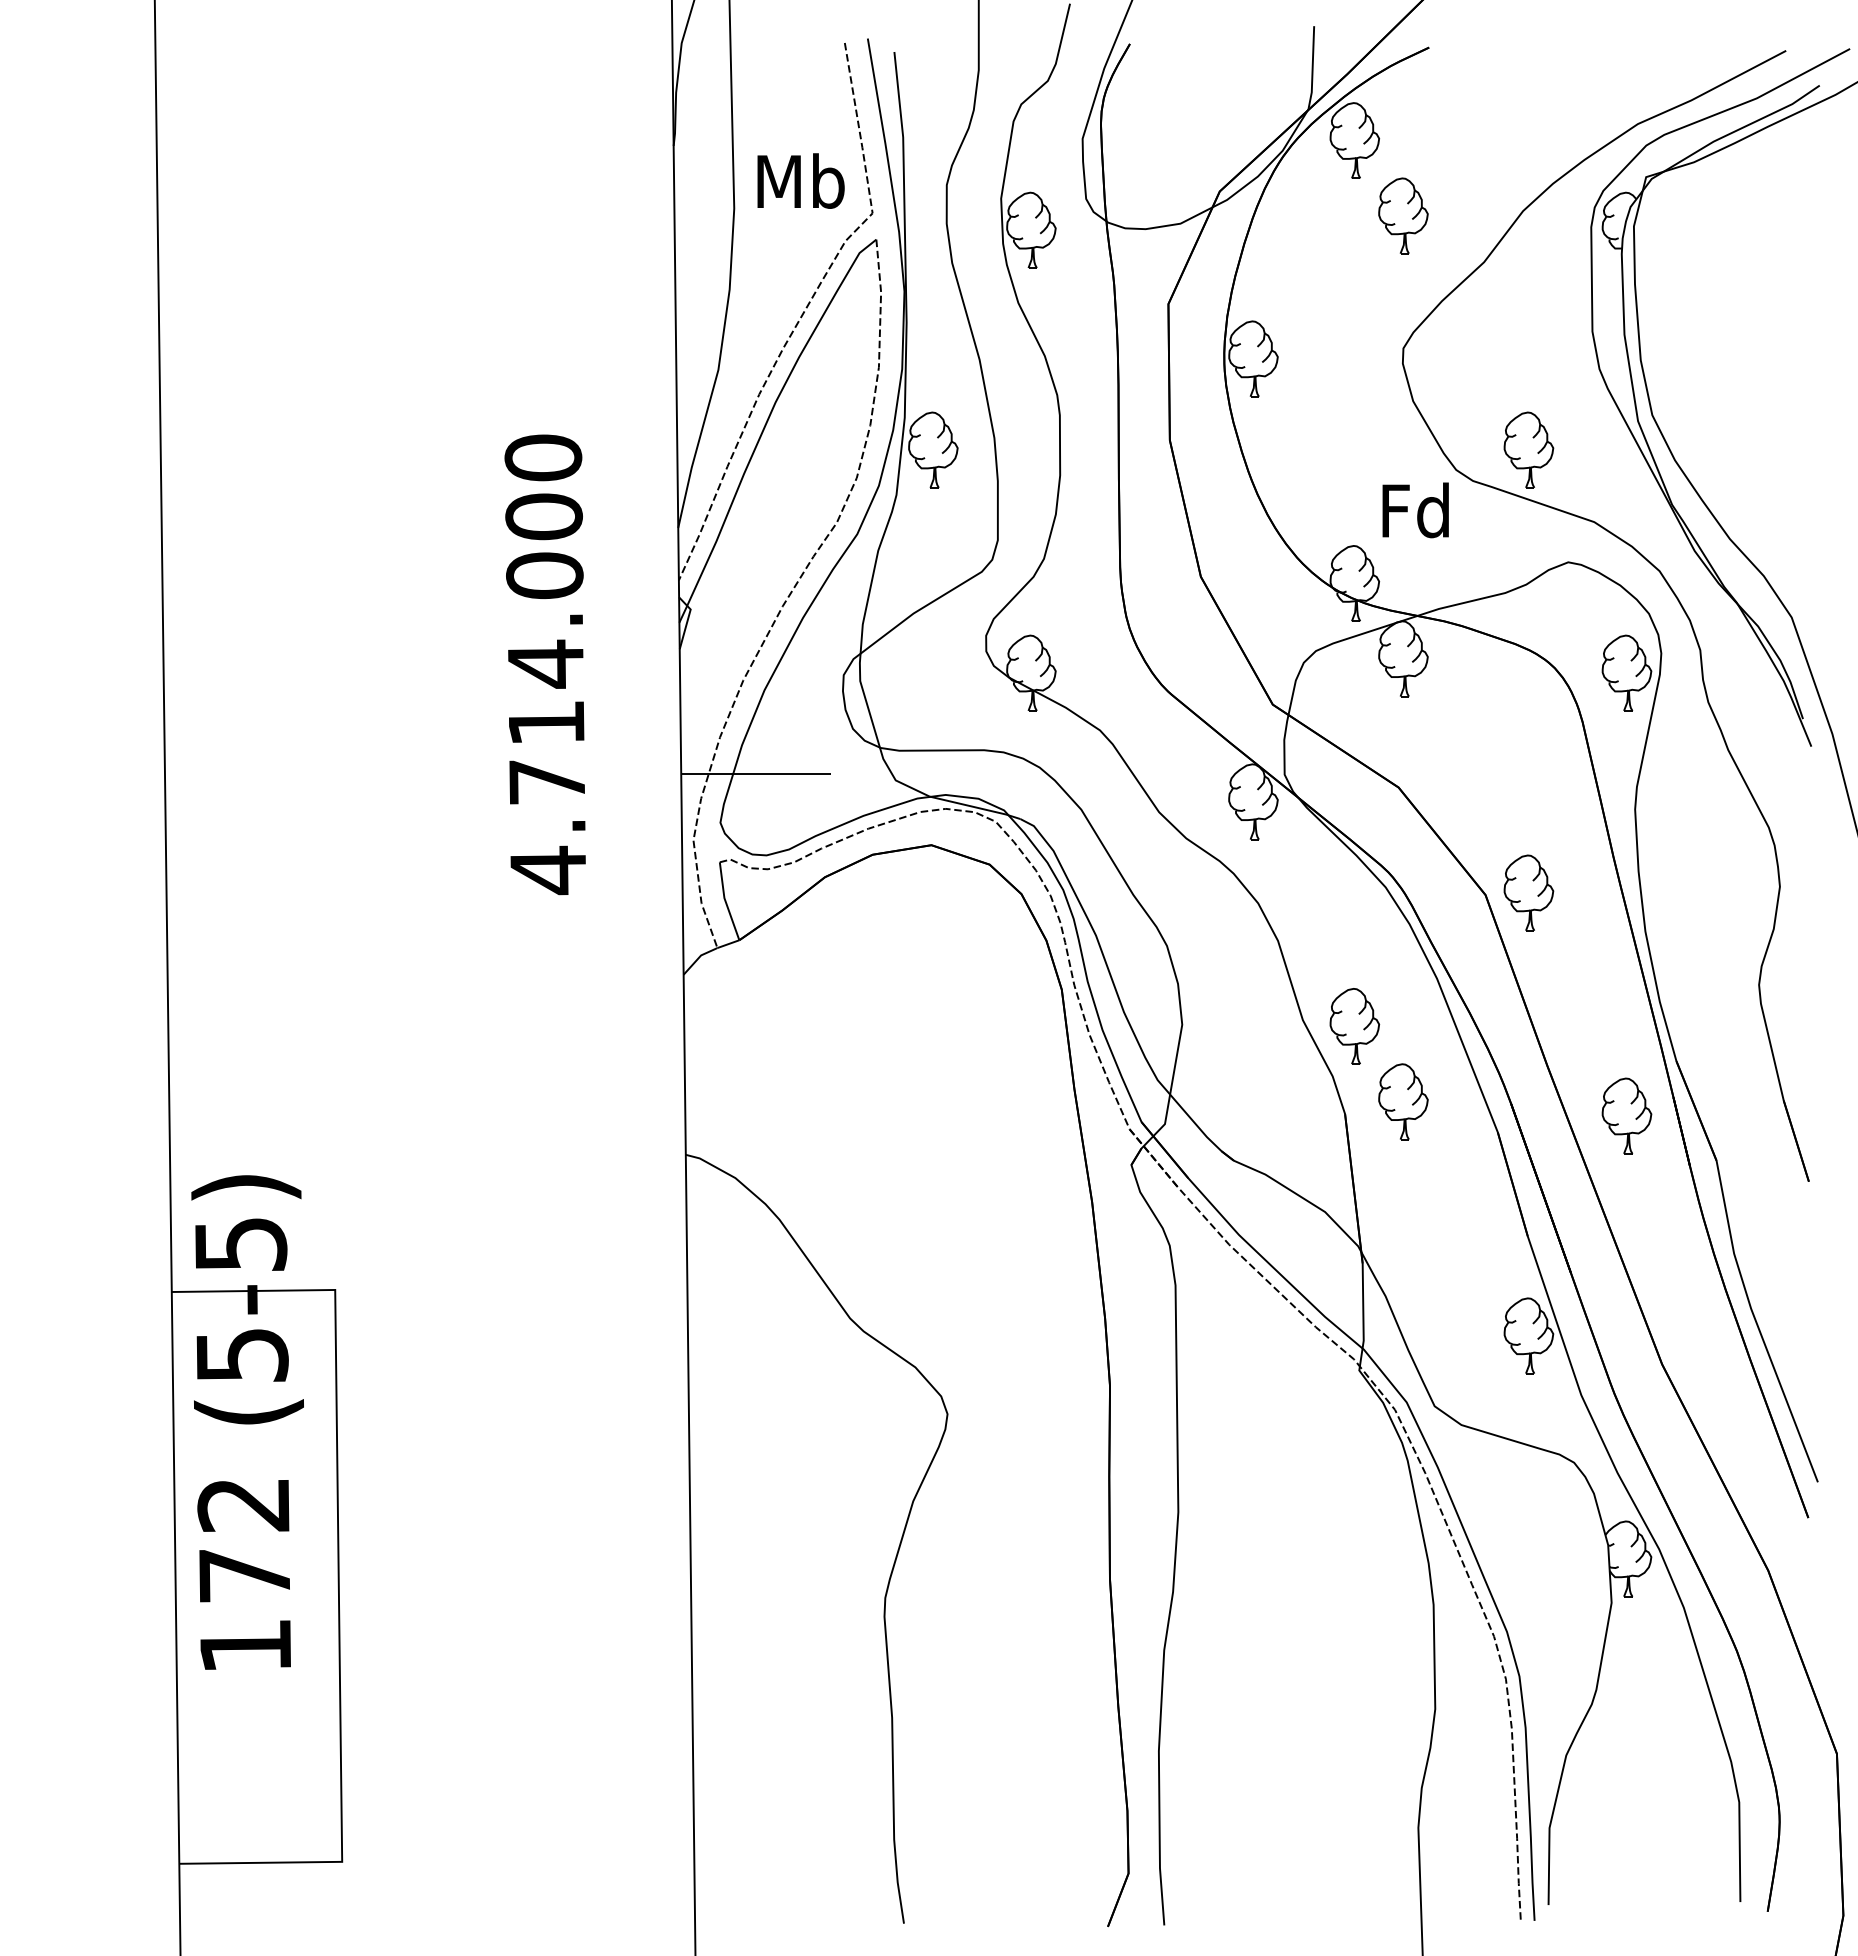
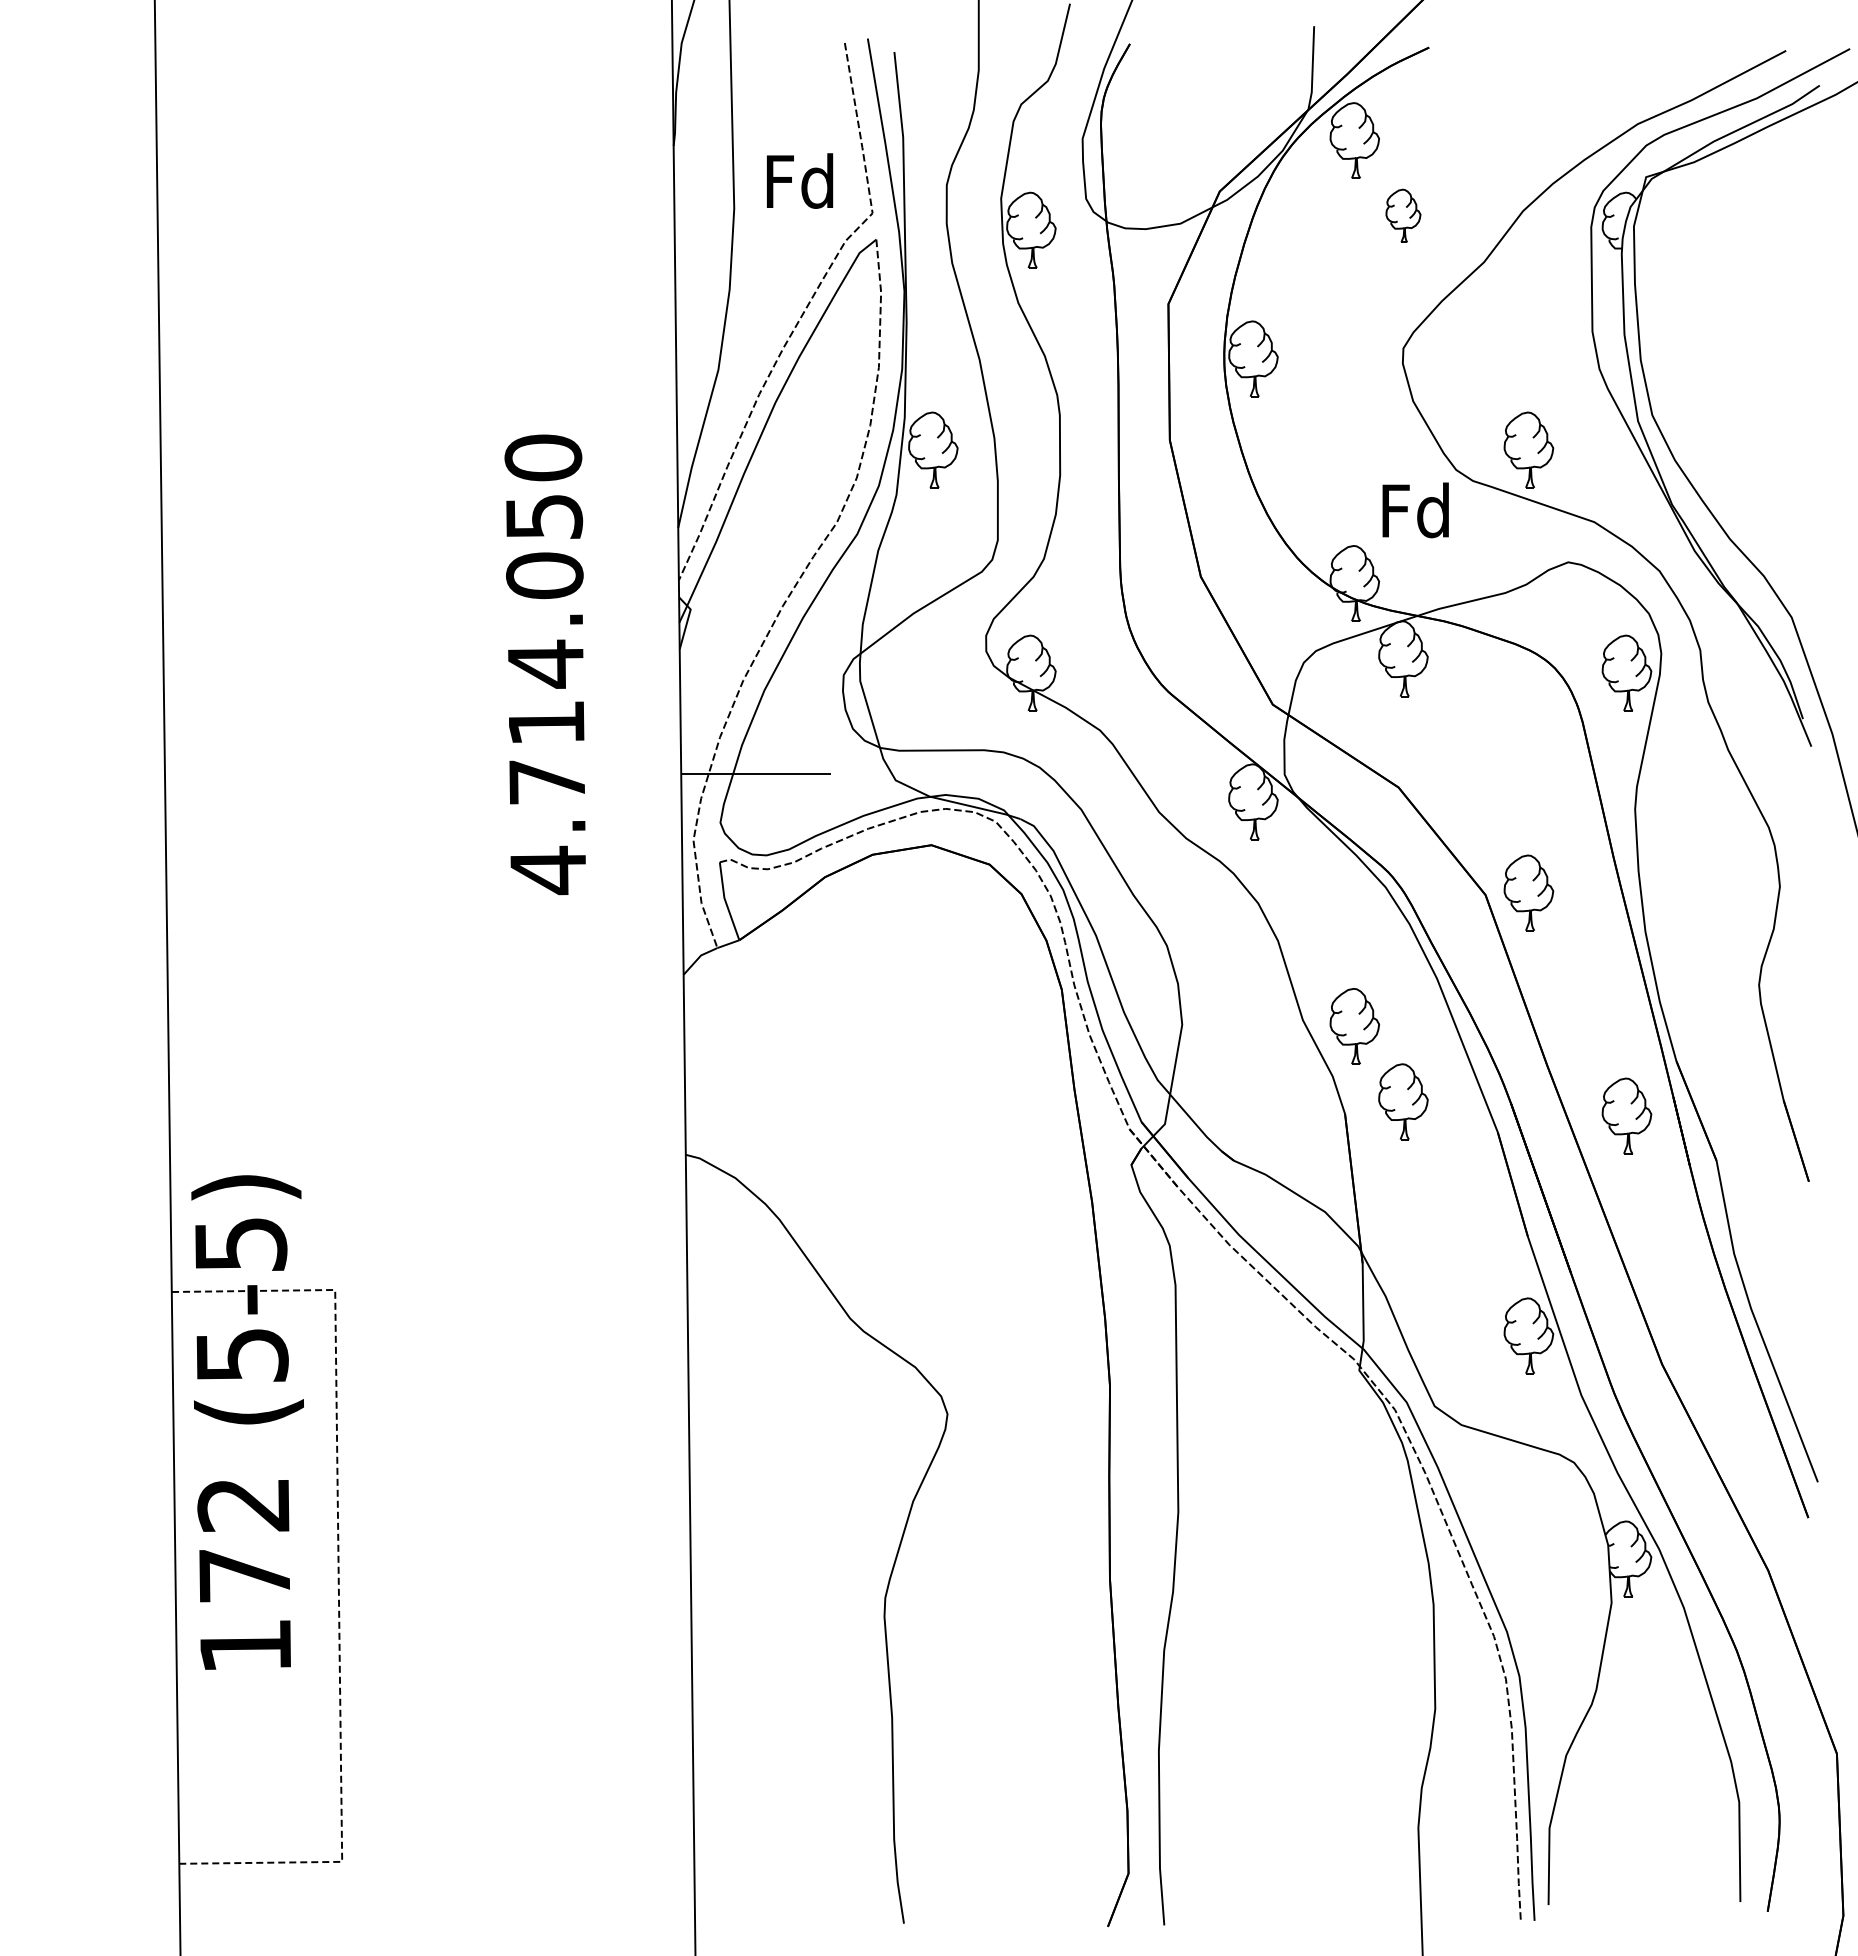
text at (800, 180): Mb -> Fd
part at (1403, 215) size: 51x78 px -> 37x55 px
text at (544, 516): 4.714.000 -> 4.714.050
line at (338, 1574): solid -> dashed
